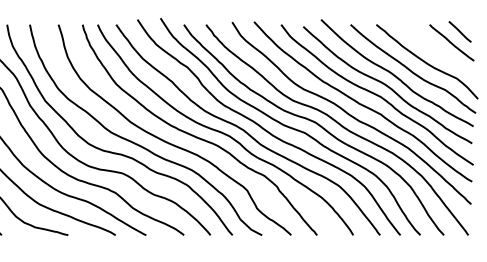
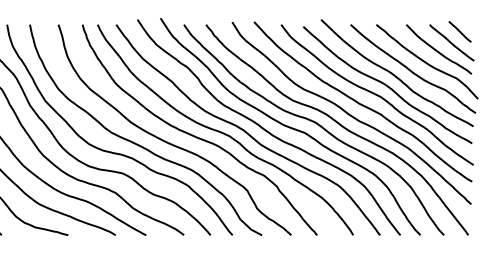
curve at (439, 51): none -> present
